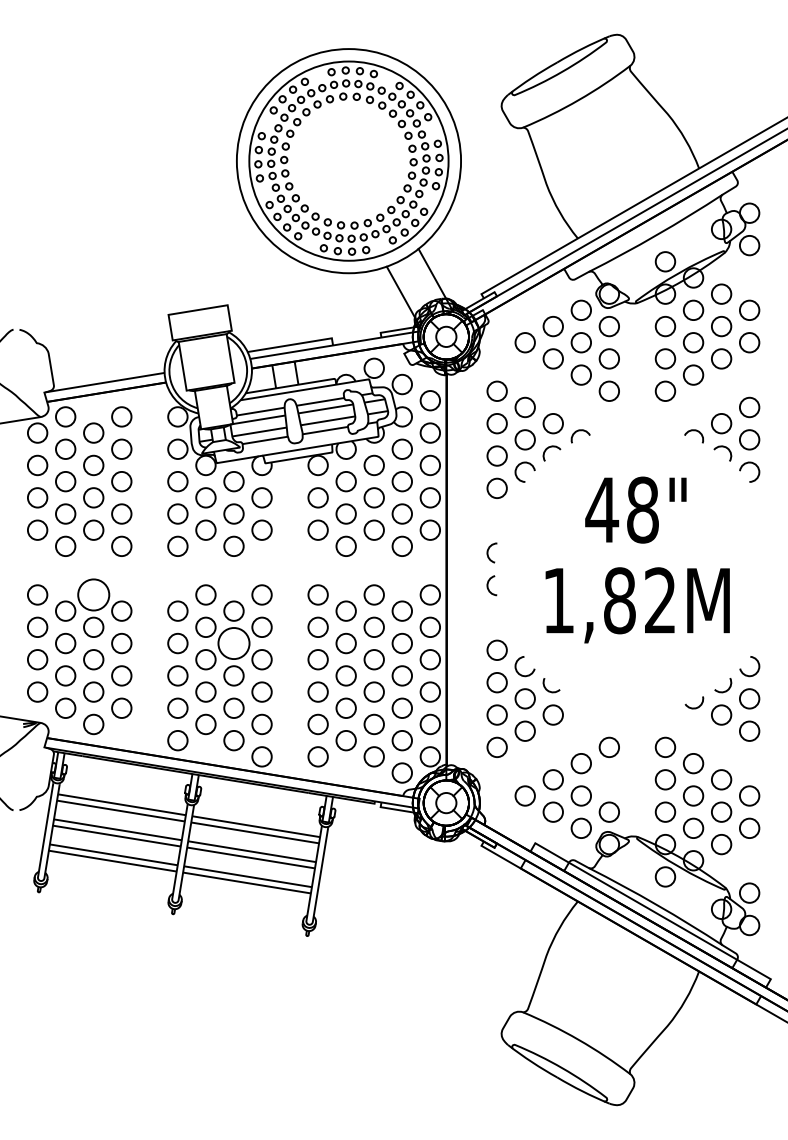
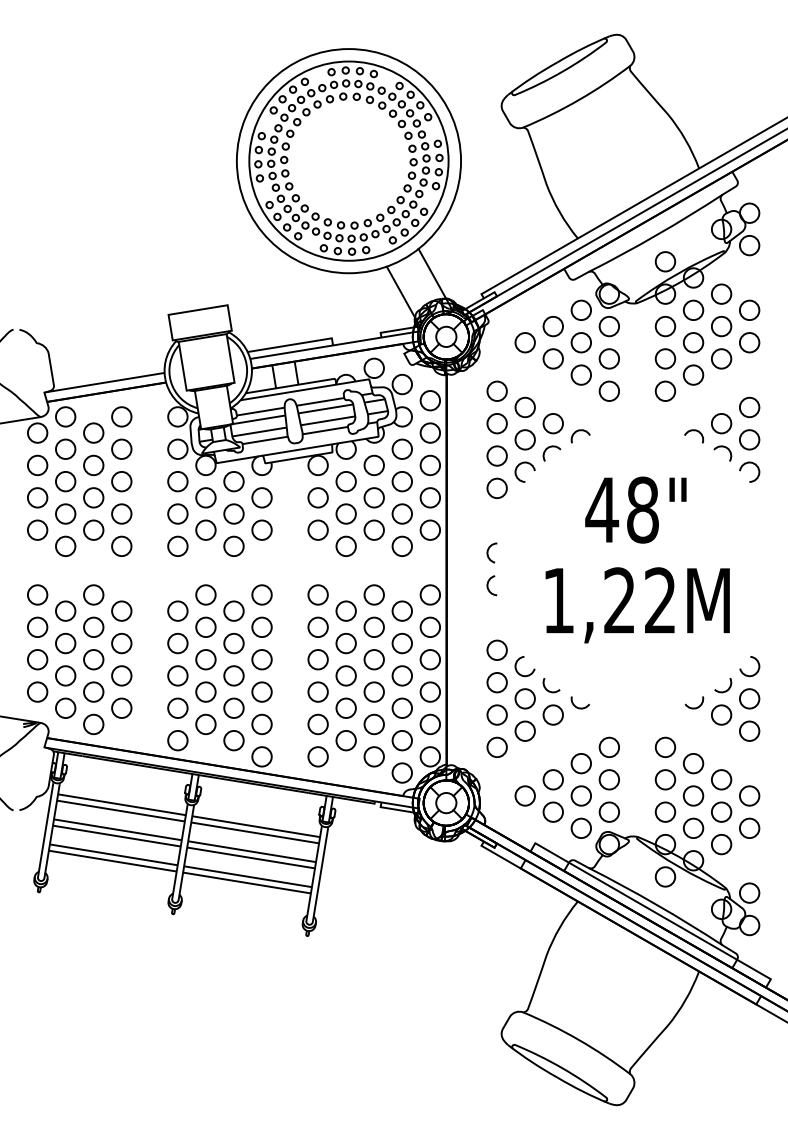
circle at (93, 594) diameter: 31 px -> 19 px
text at (619, 600): 1,82M -> 1,22M
circle at (233, 643) diameter: 31 px -> 19 px
arc at (577, 706): none -> present
circle at (608, 779): none -> present
